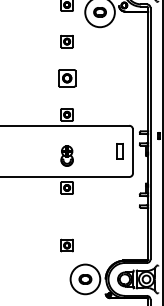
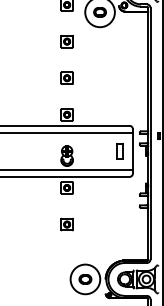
part at (67, 78) size: 19x19 px -> 14x14 px
line at (67, 133): none -> present
line at (67, 169): none -> present
part at (66, 245) position: (66, 245) -> (66, 224)
